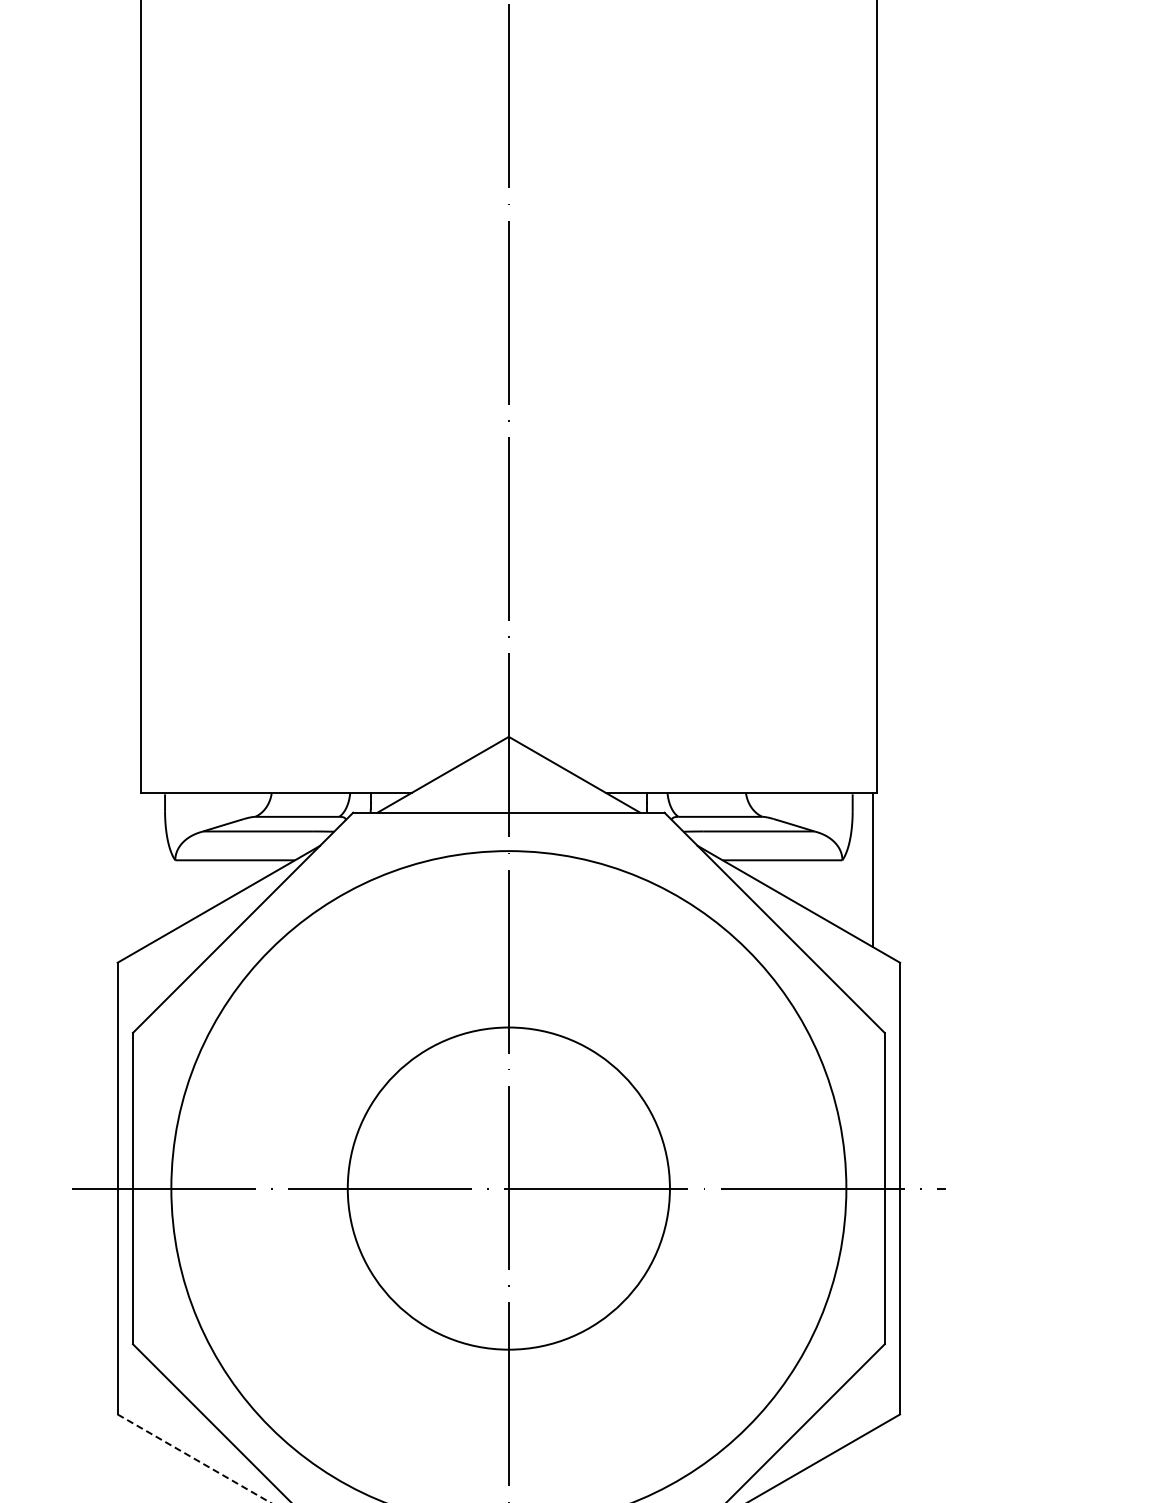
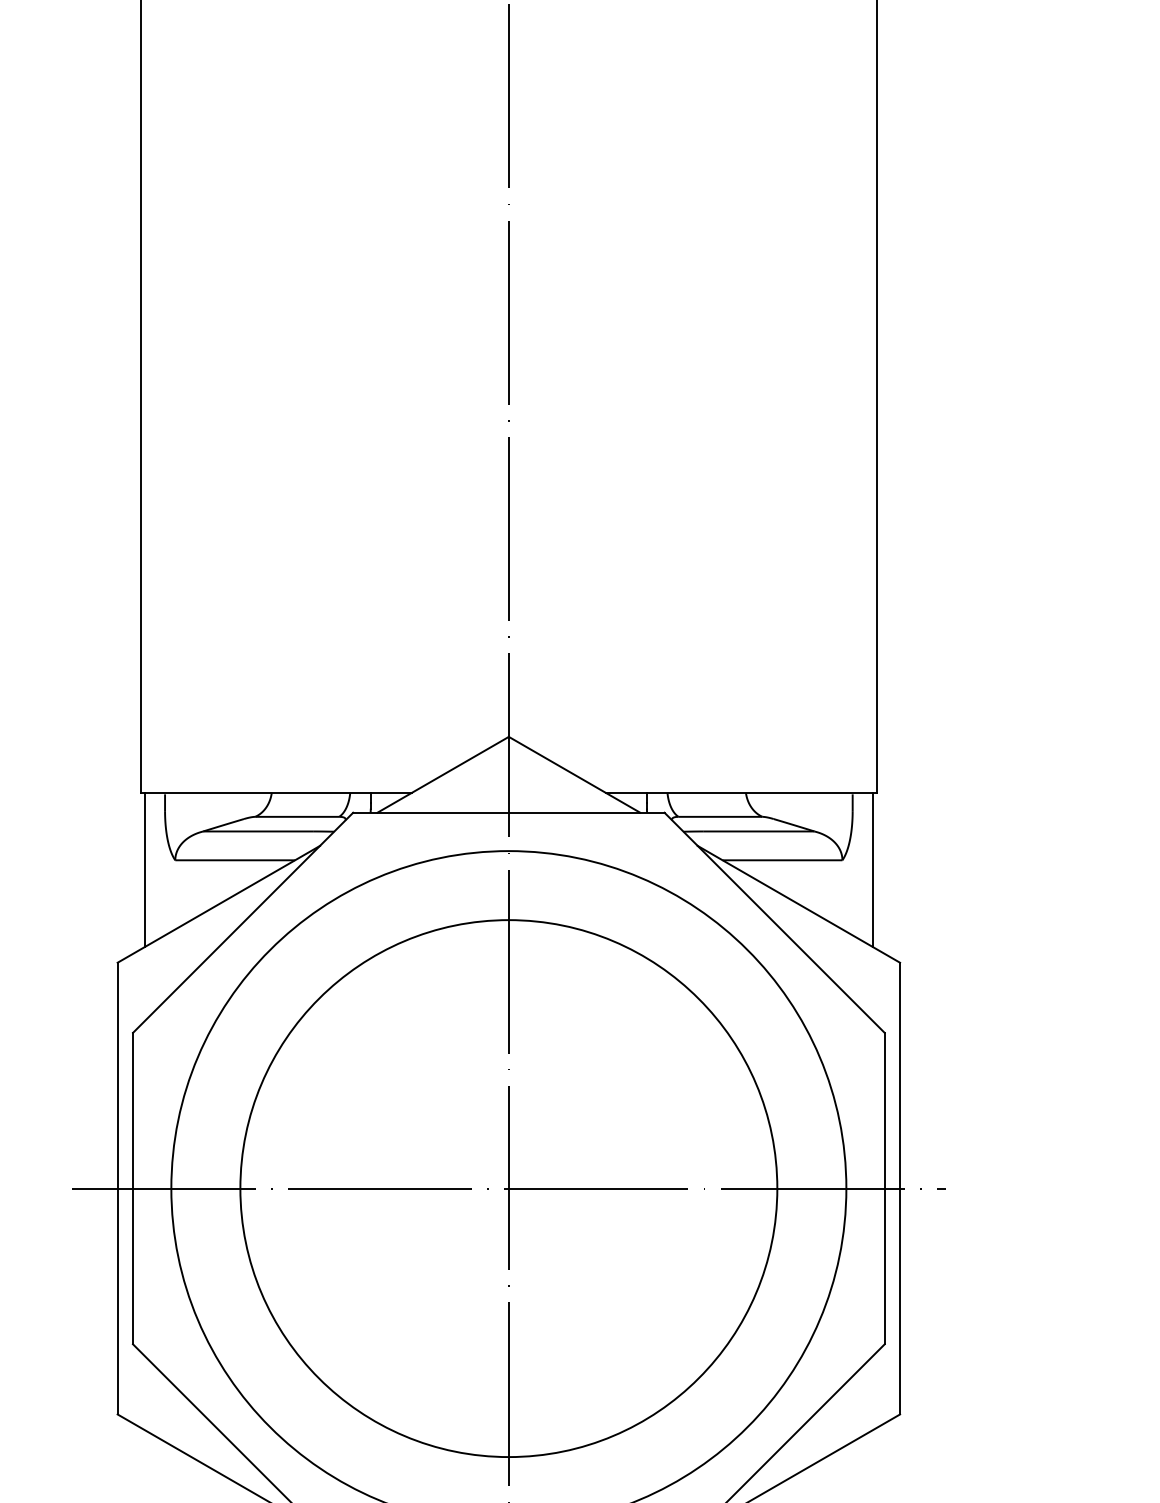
line at (144, 869): none -> present
circle at (508, 1188) diameter: 322 px -> 537 px
line at (194, 1458): dashed -> solid
